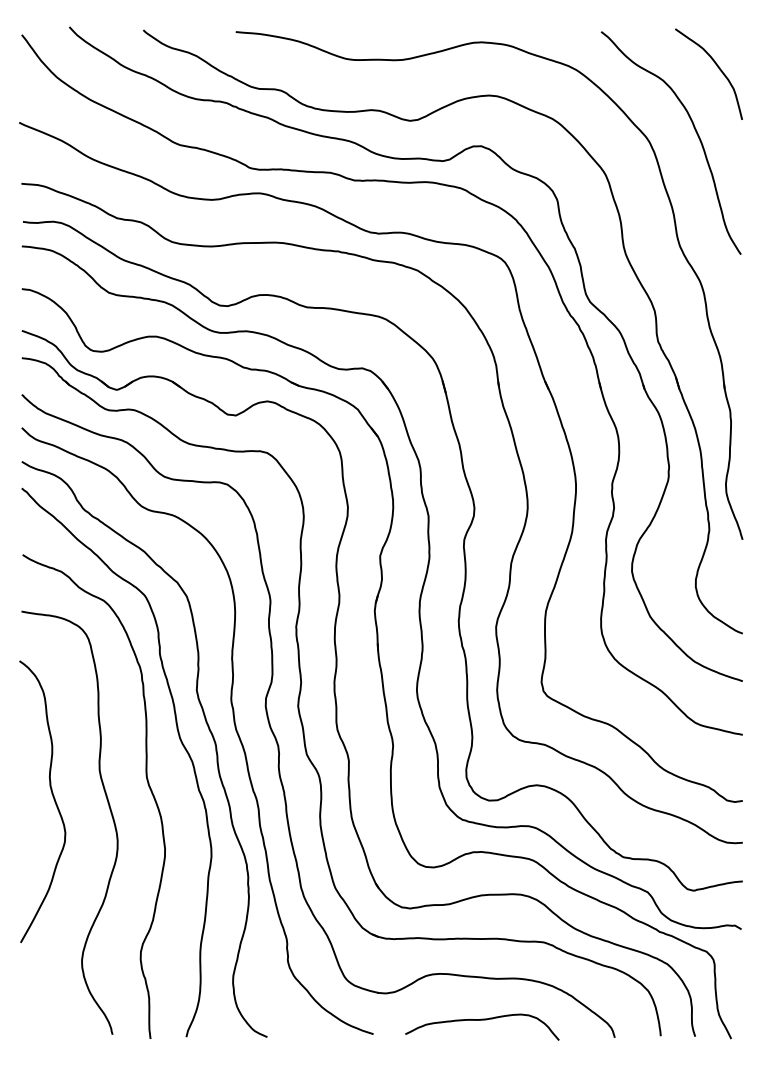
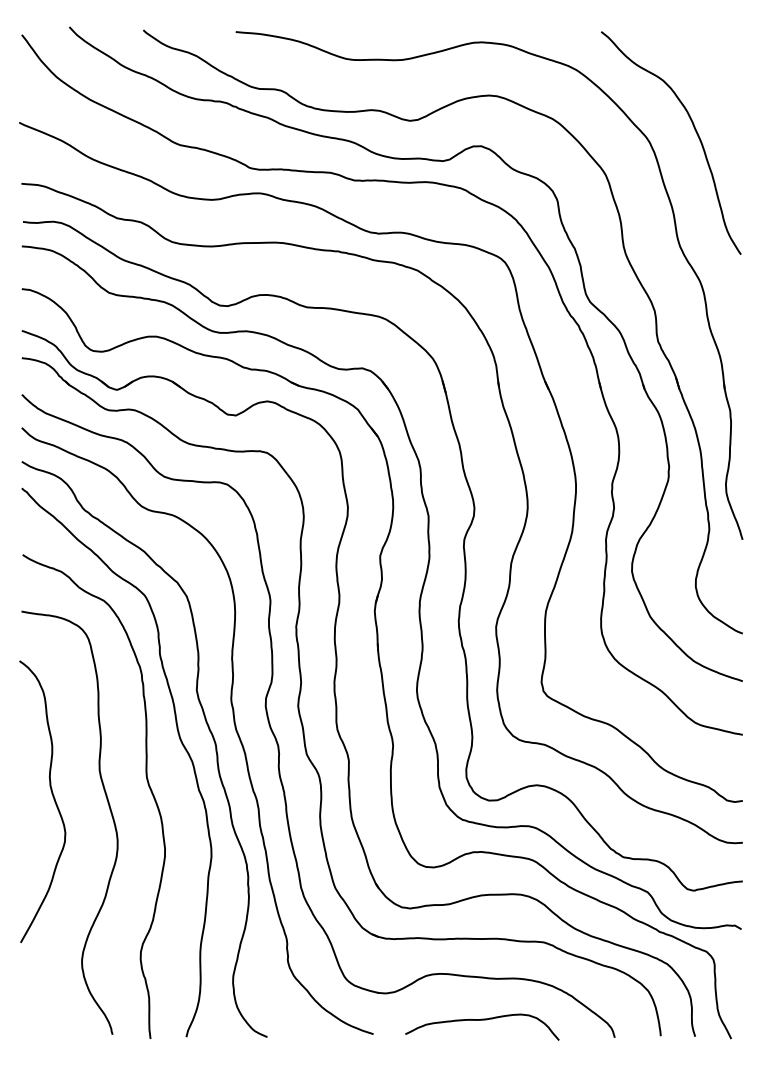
curve at (717, 67): present -> none
